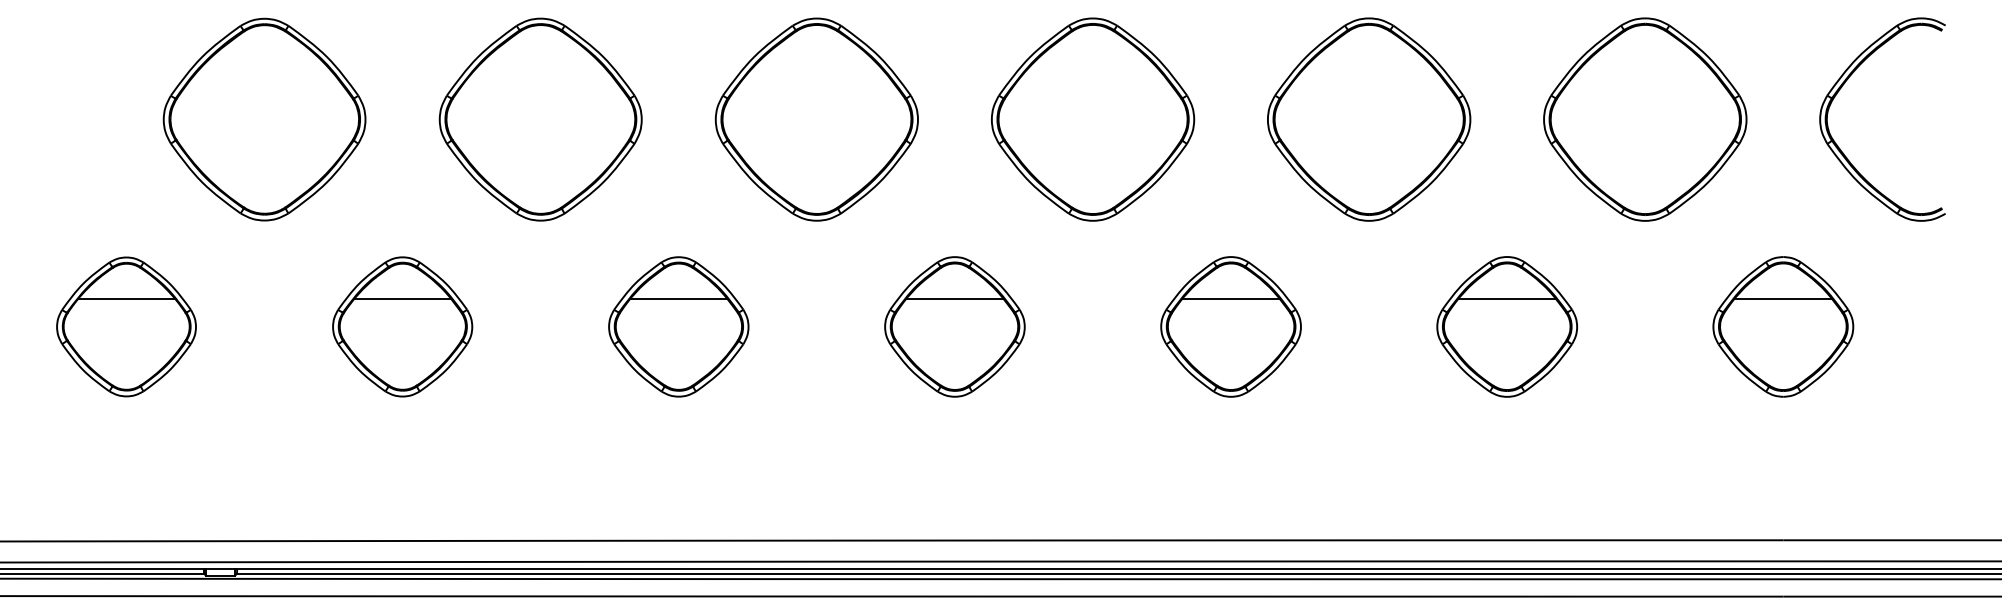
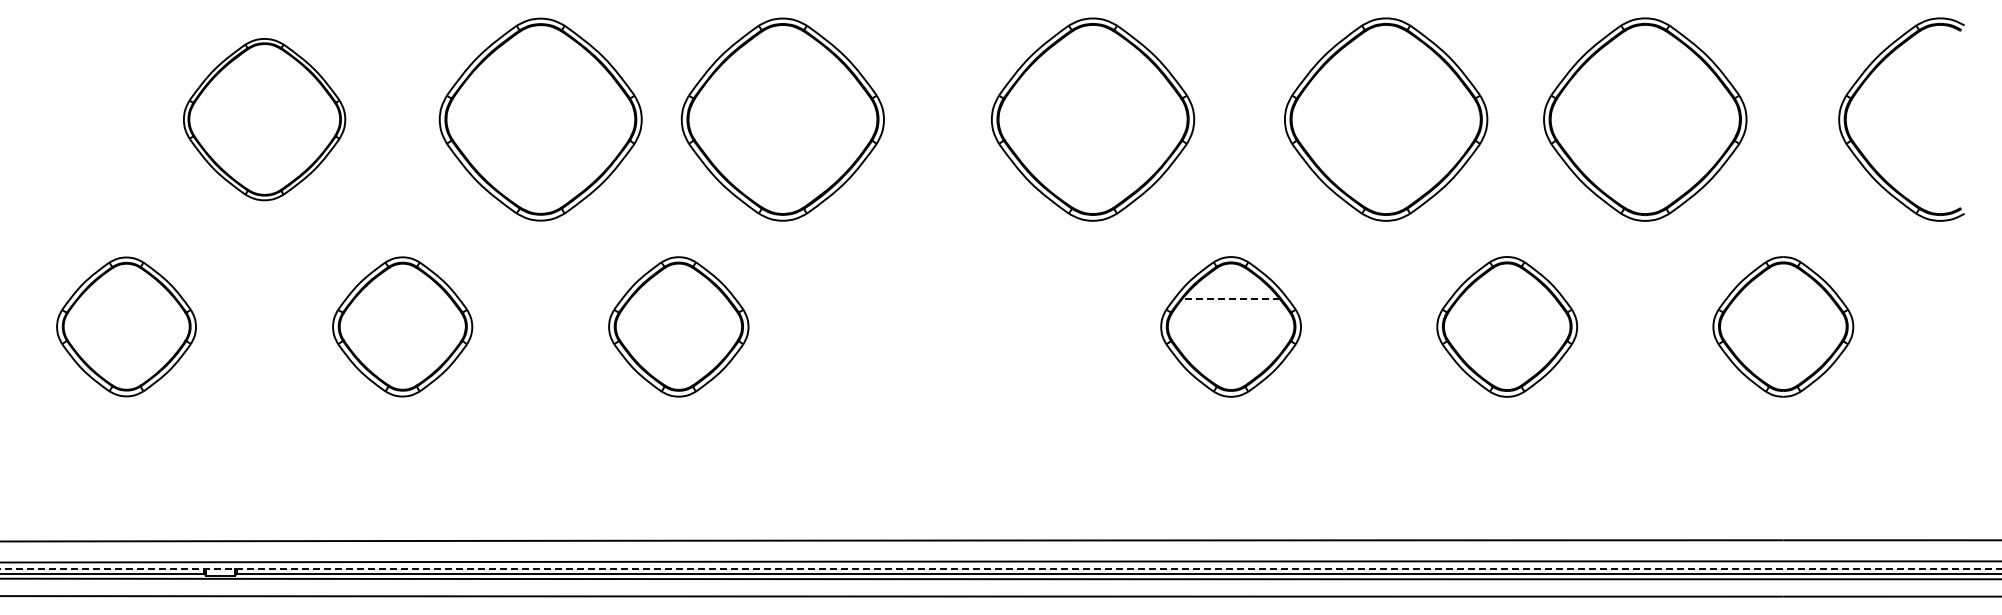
part at (264, 119) size: 205x205 px -> 164x164 px
part at (816, 119) position: (816, 119) -> (782, 119)
part at (1369, 119) position: (1369, 119) -> (1386, 119)
part at (1844, 153) position: (1844, 153) -> (1863, 153)
line at (126, 299): present -> none
line at (402, 299): present -> none
line at (678, 299): present -> none
line at (1231, 299): solid -> dashed
line at (1506, 299): present -> none
line at (1783, 299): present -> none
part at (954, 326): present -> none
line at (1001, 568): solid -> dashed
